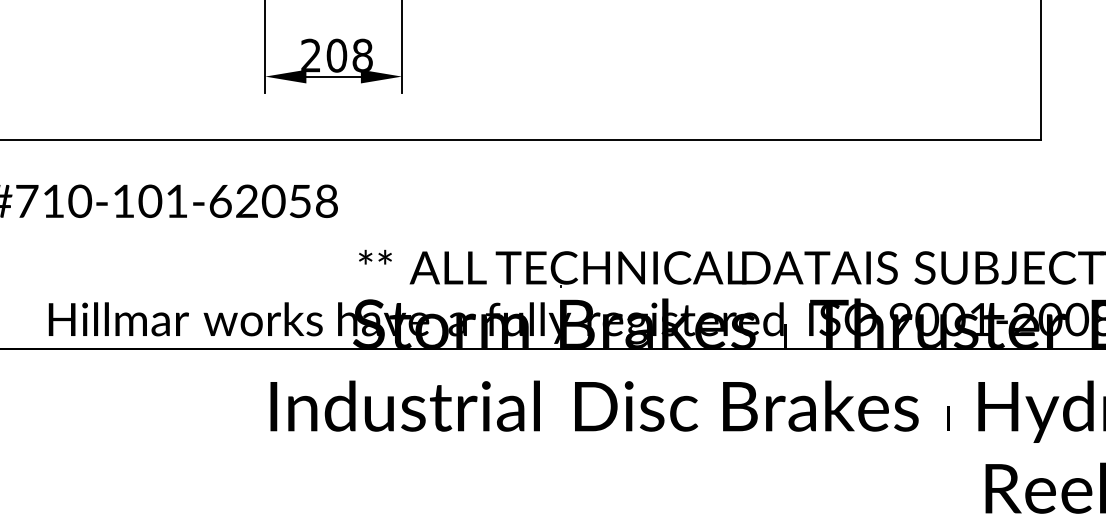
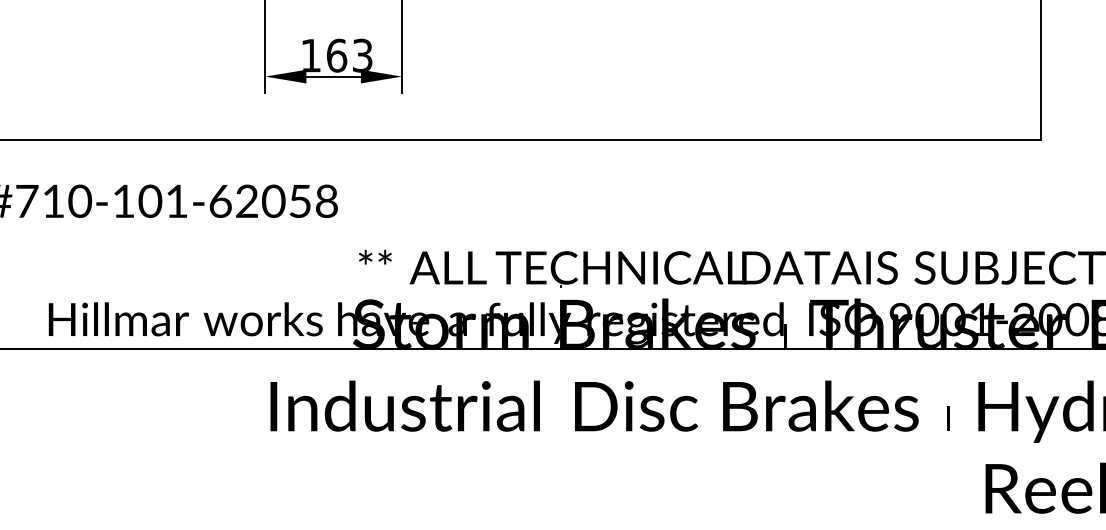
text at (336, 55): 208 -> 163
